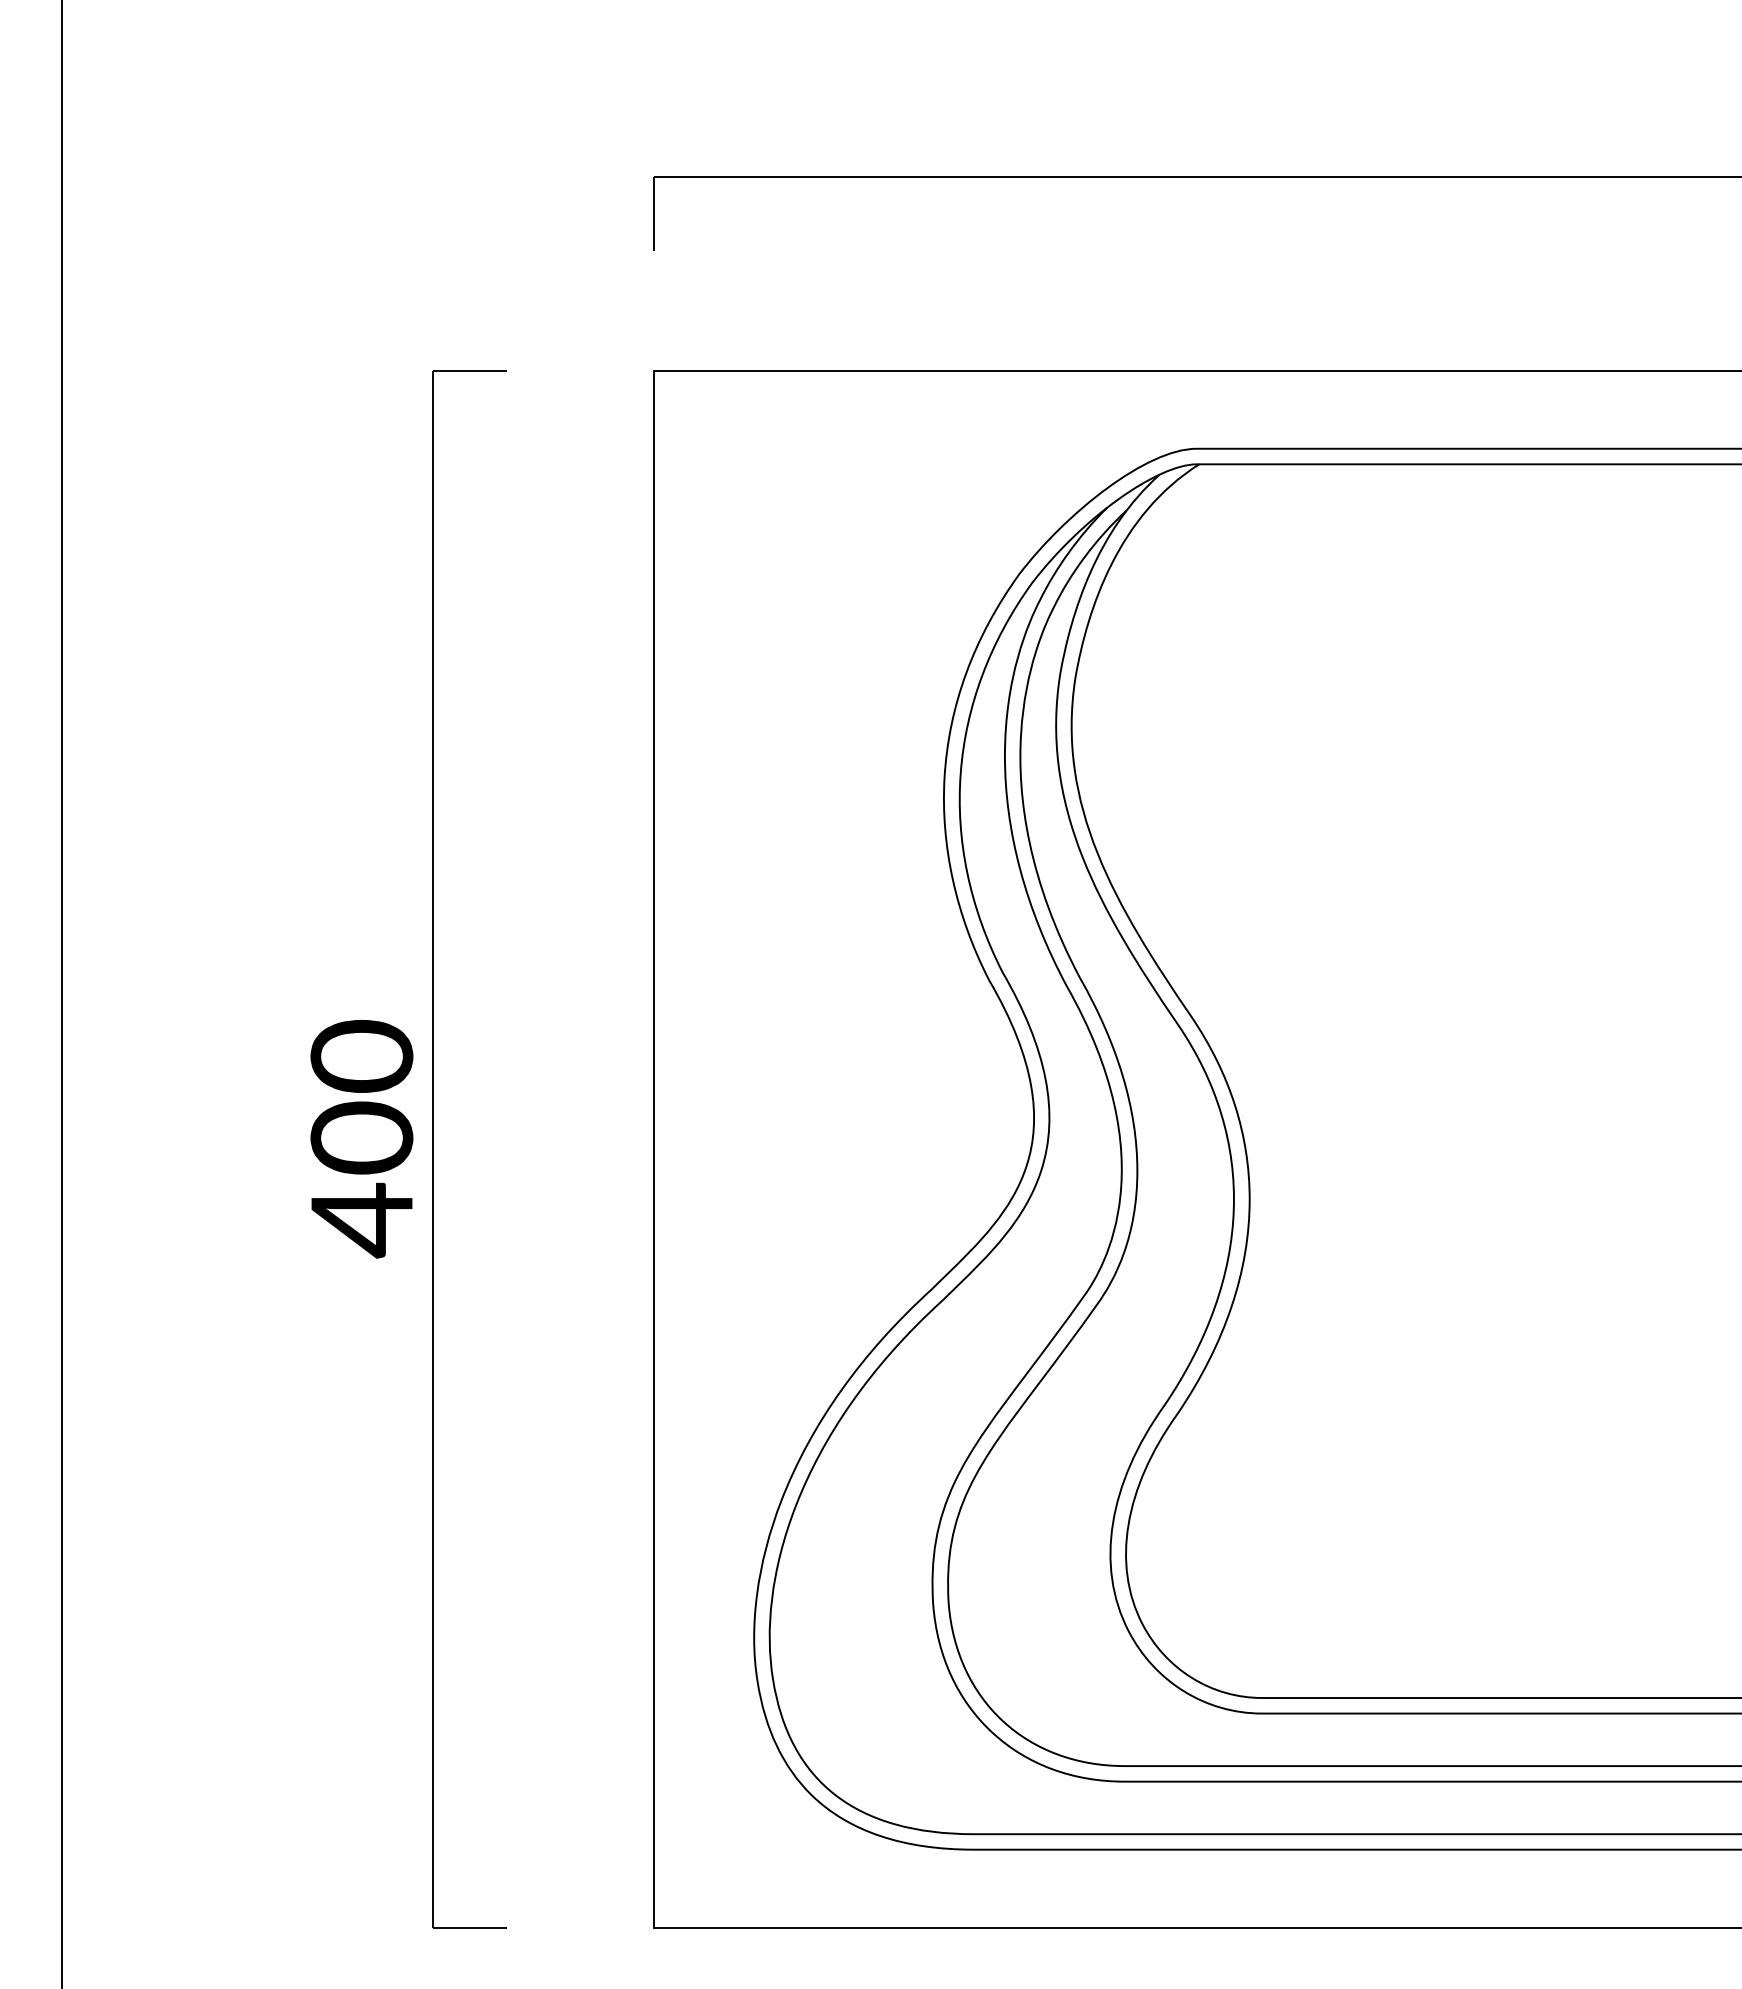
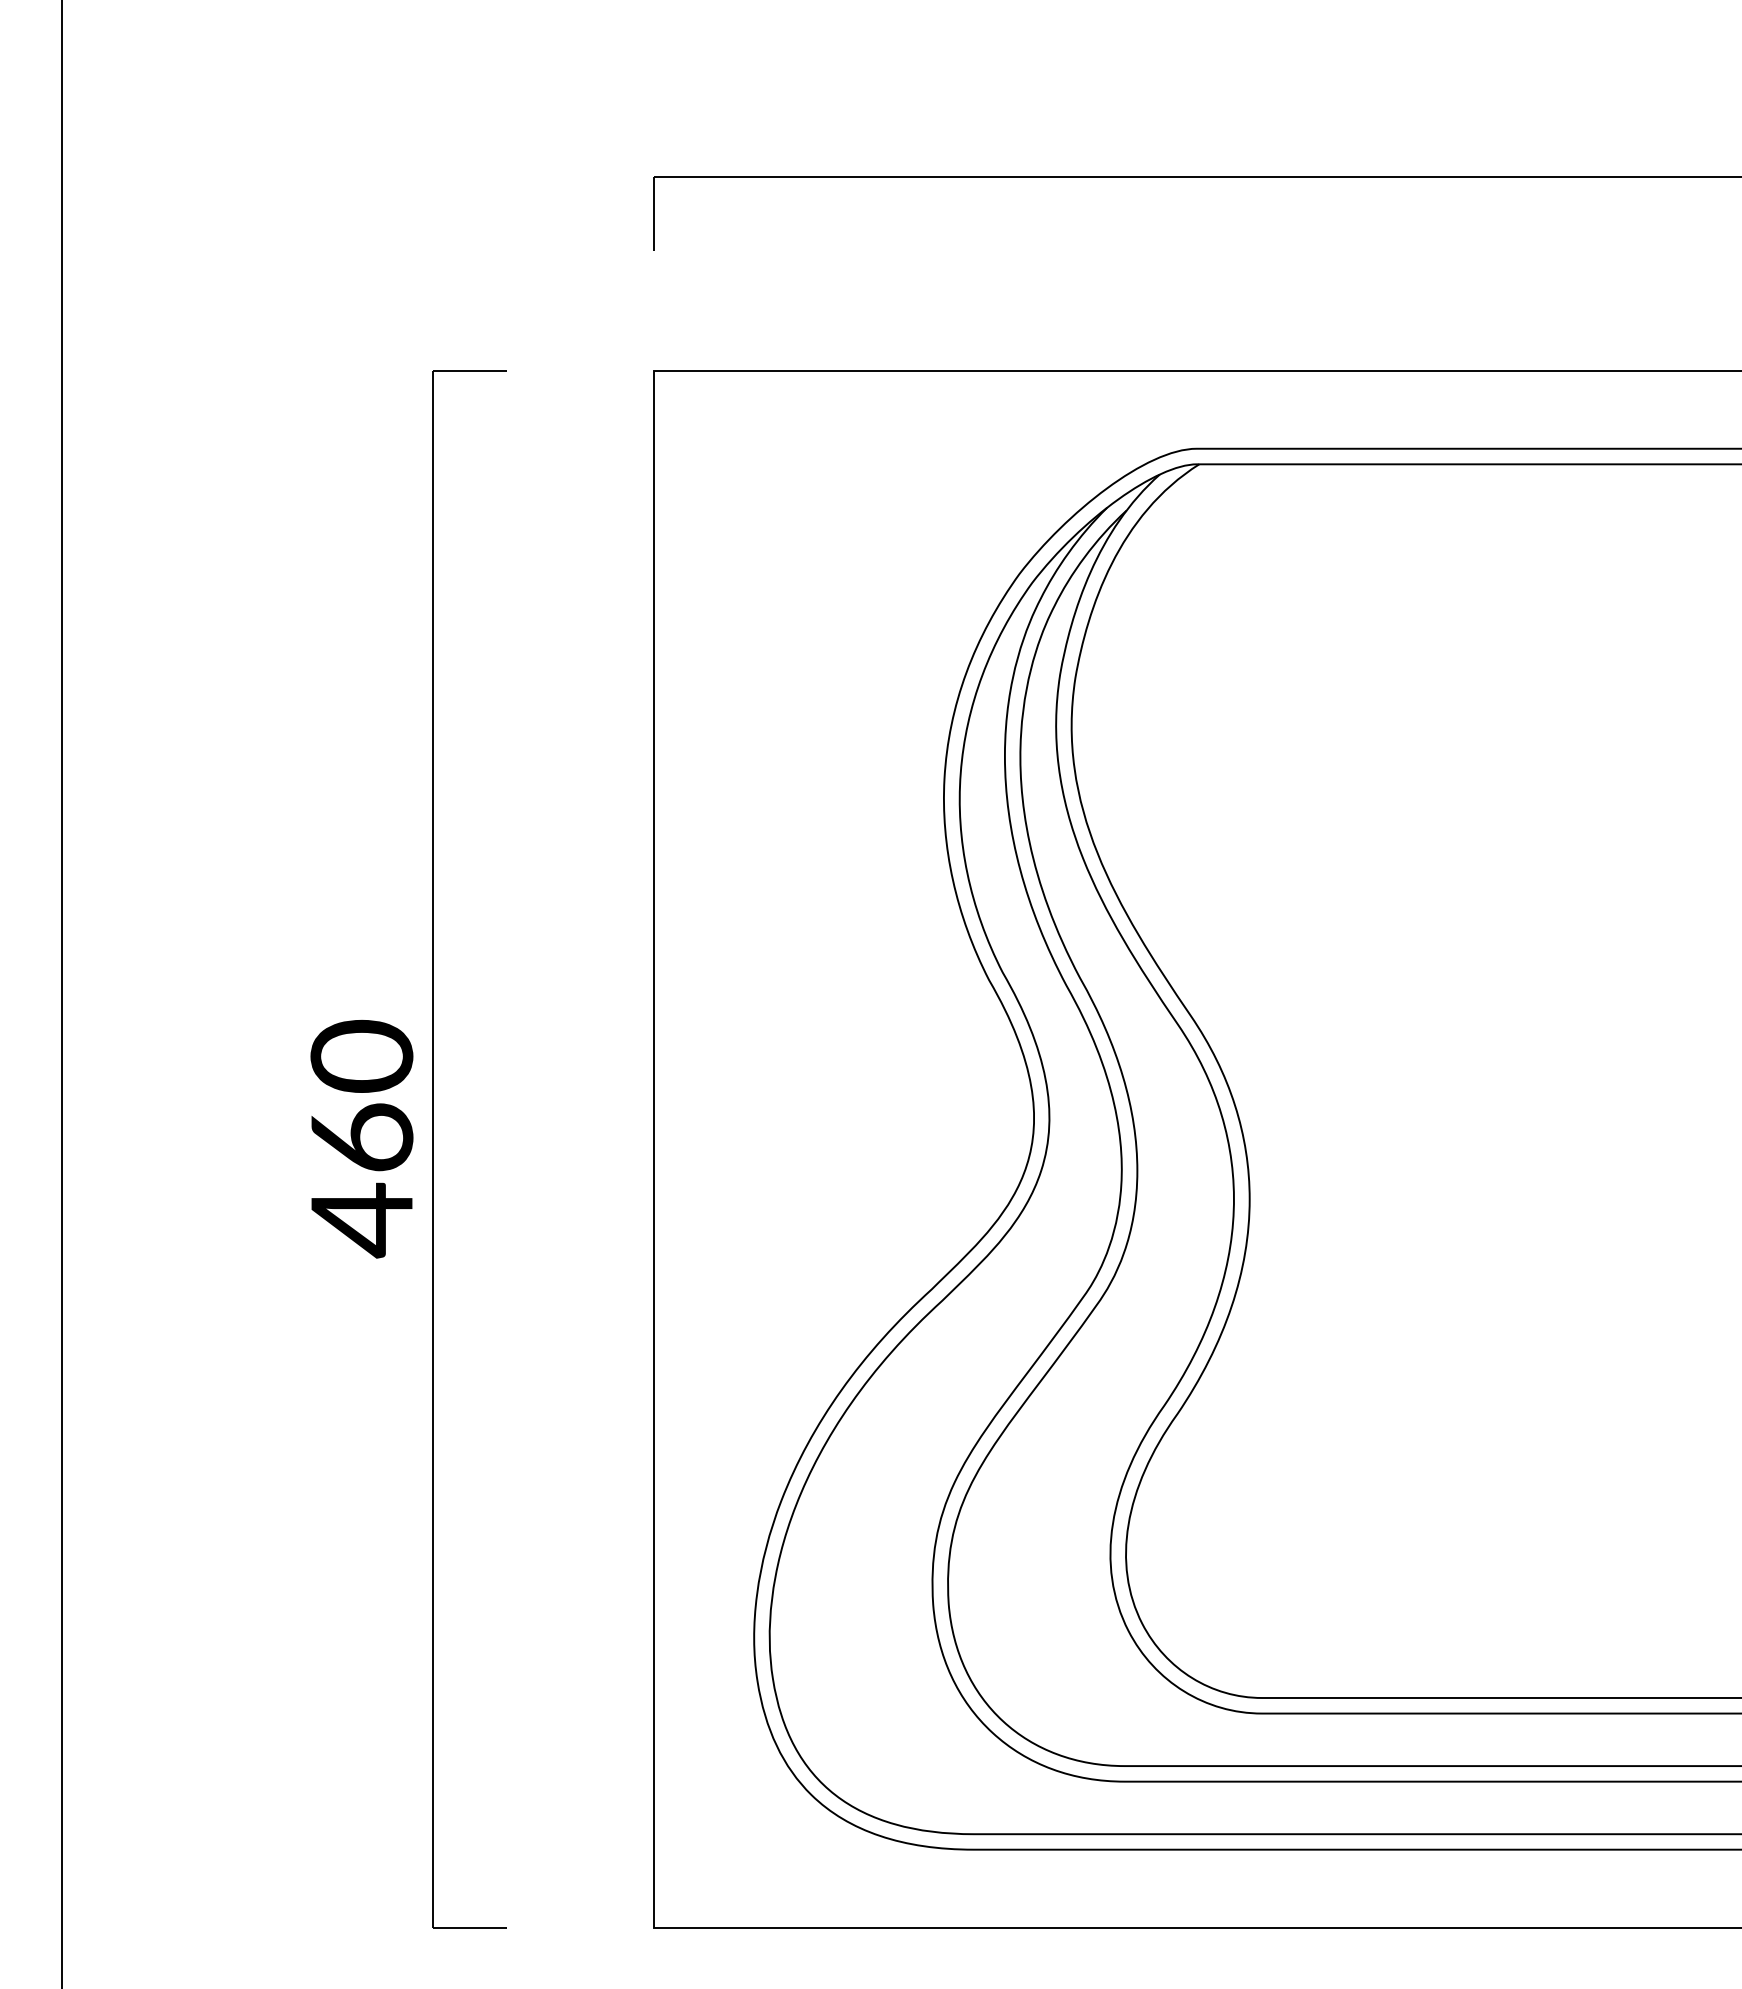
text at (361, 1137): 400 -> 460
